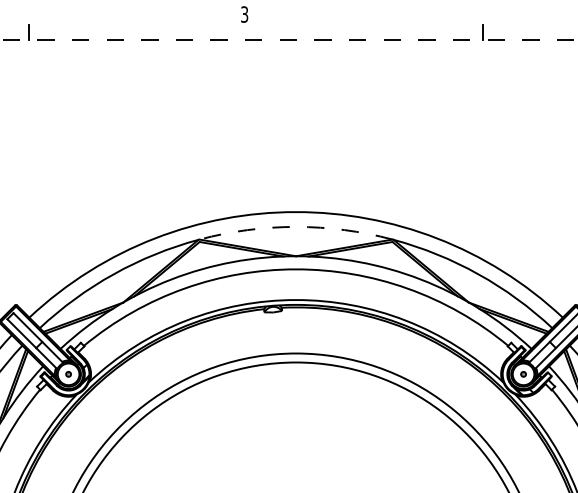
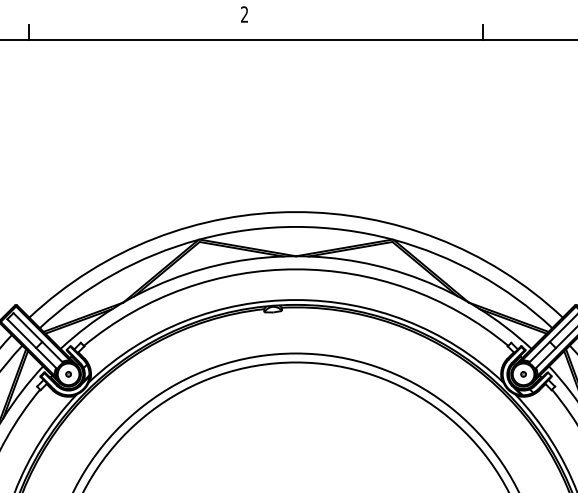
text at (244, 14): 3 -> 2
line at (289, 40): dashed -> solid
arc at (296, 226): dashed -> solid
